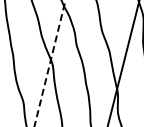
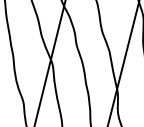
line at (50, 63): dashed -> solid
